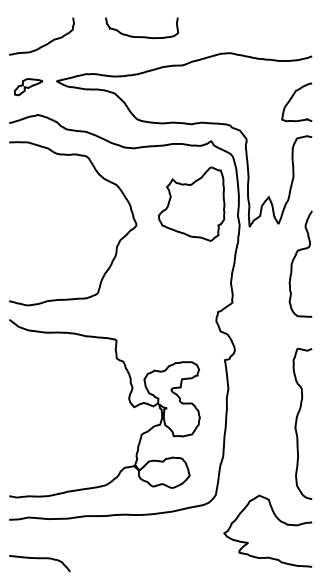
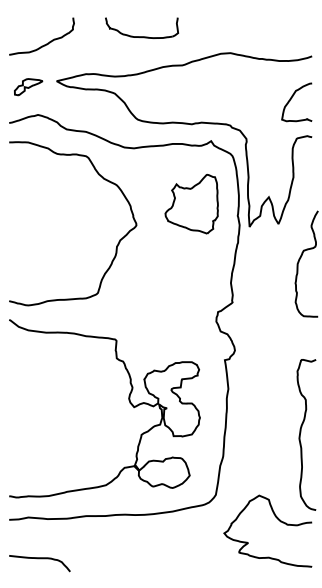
part at (191, 203) size: 68x76 px -> 55x62 px
curve at (293, 262) position: (293, 262) -> (299, 262)
curve at (297, 421) position: (297, 421) -> (301, 432)
